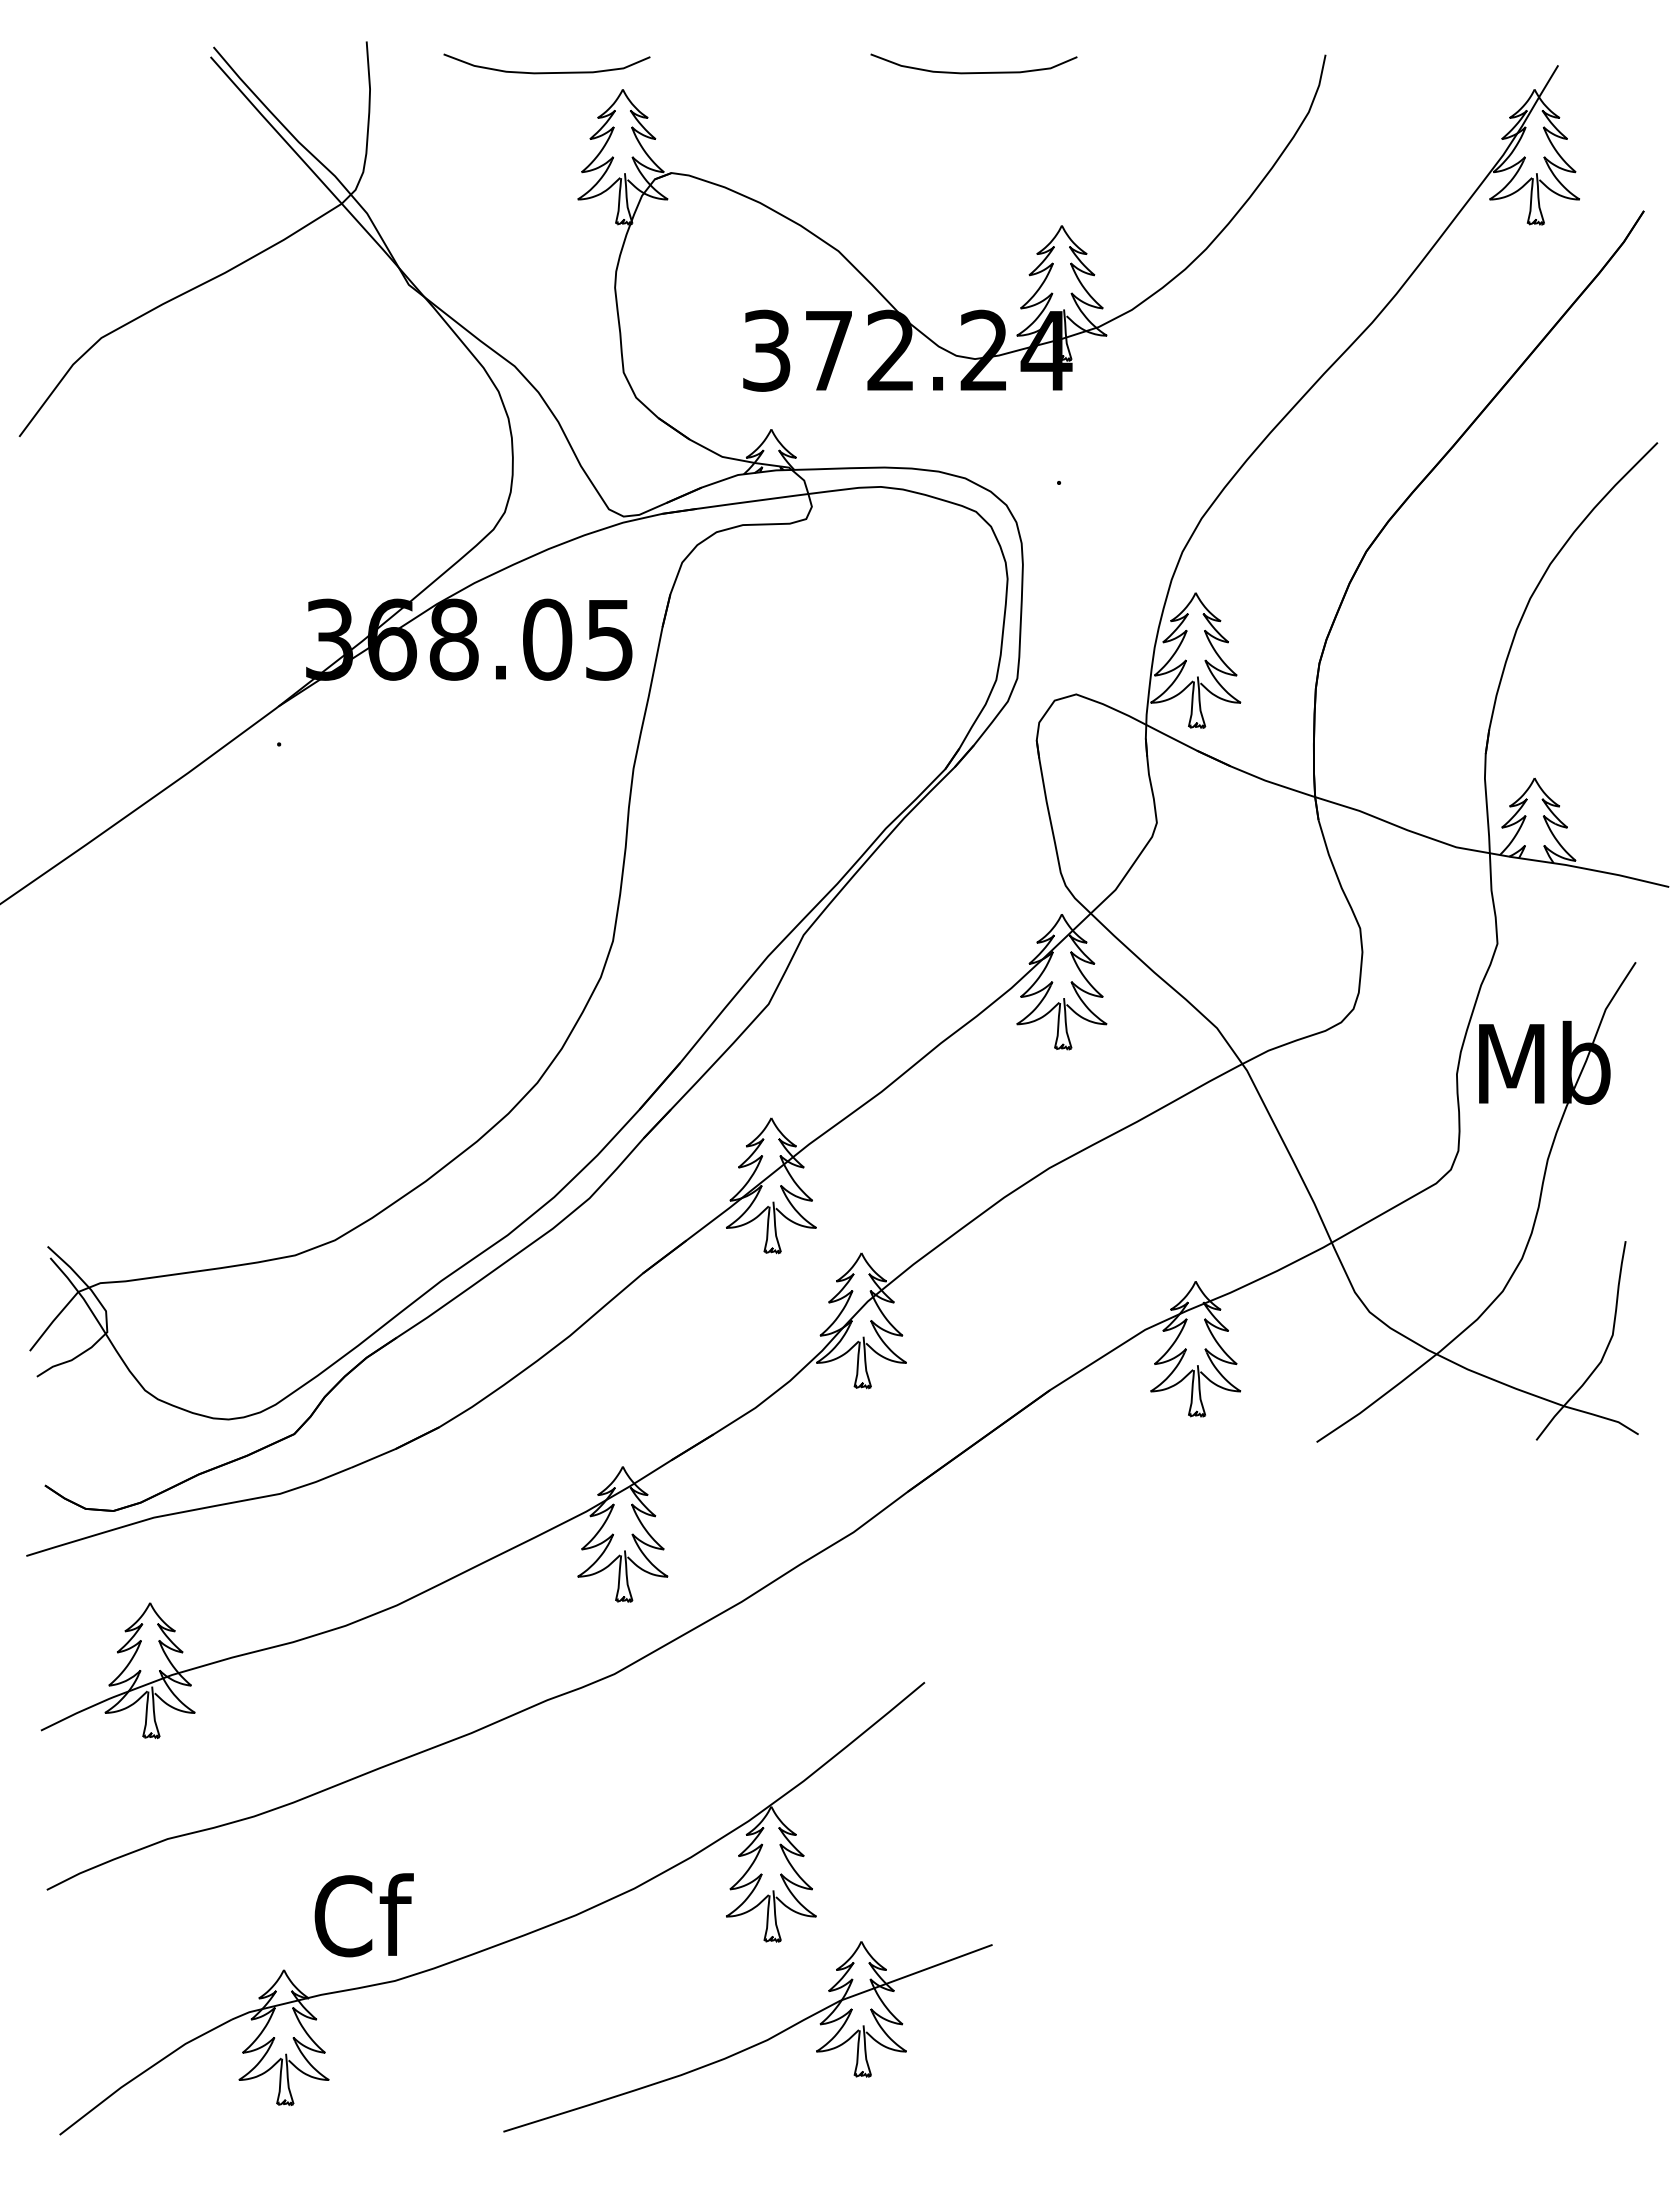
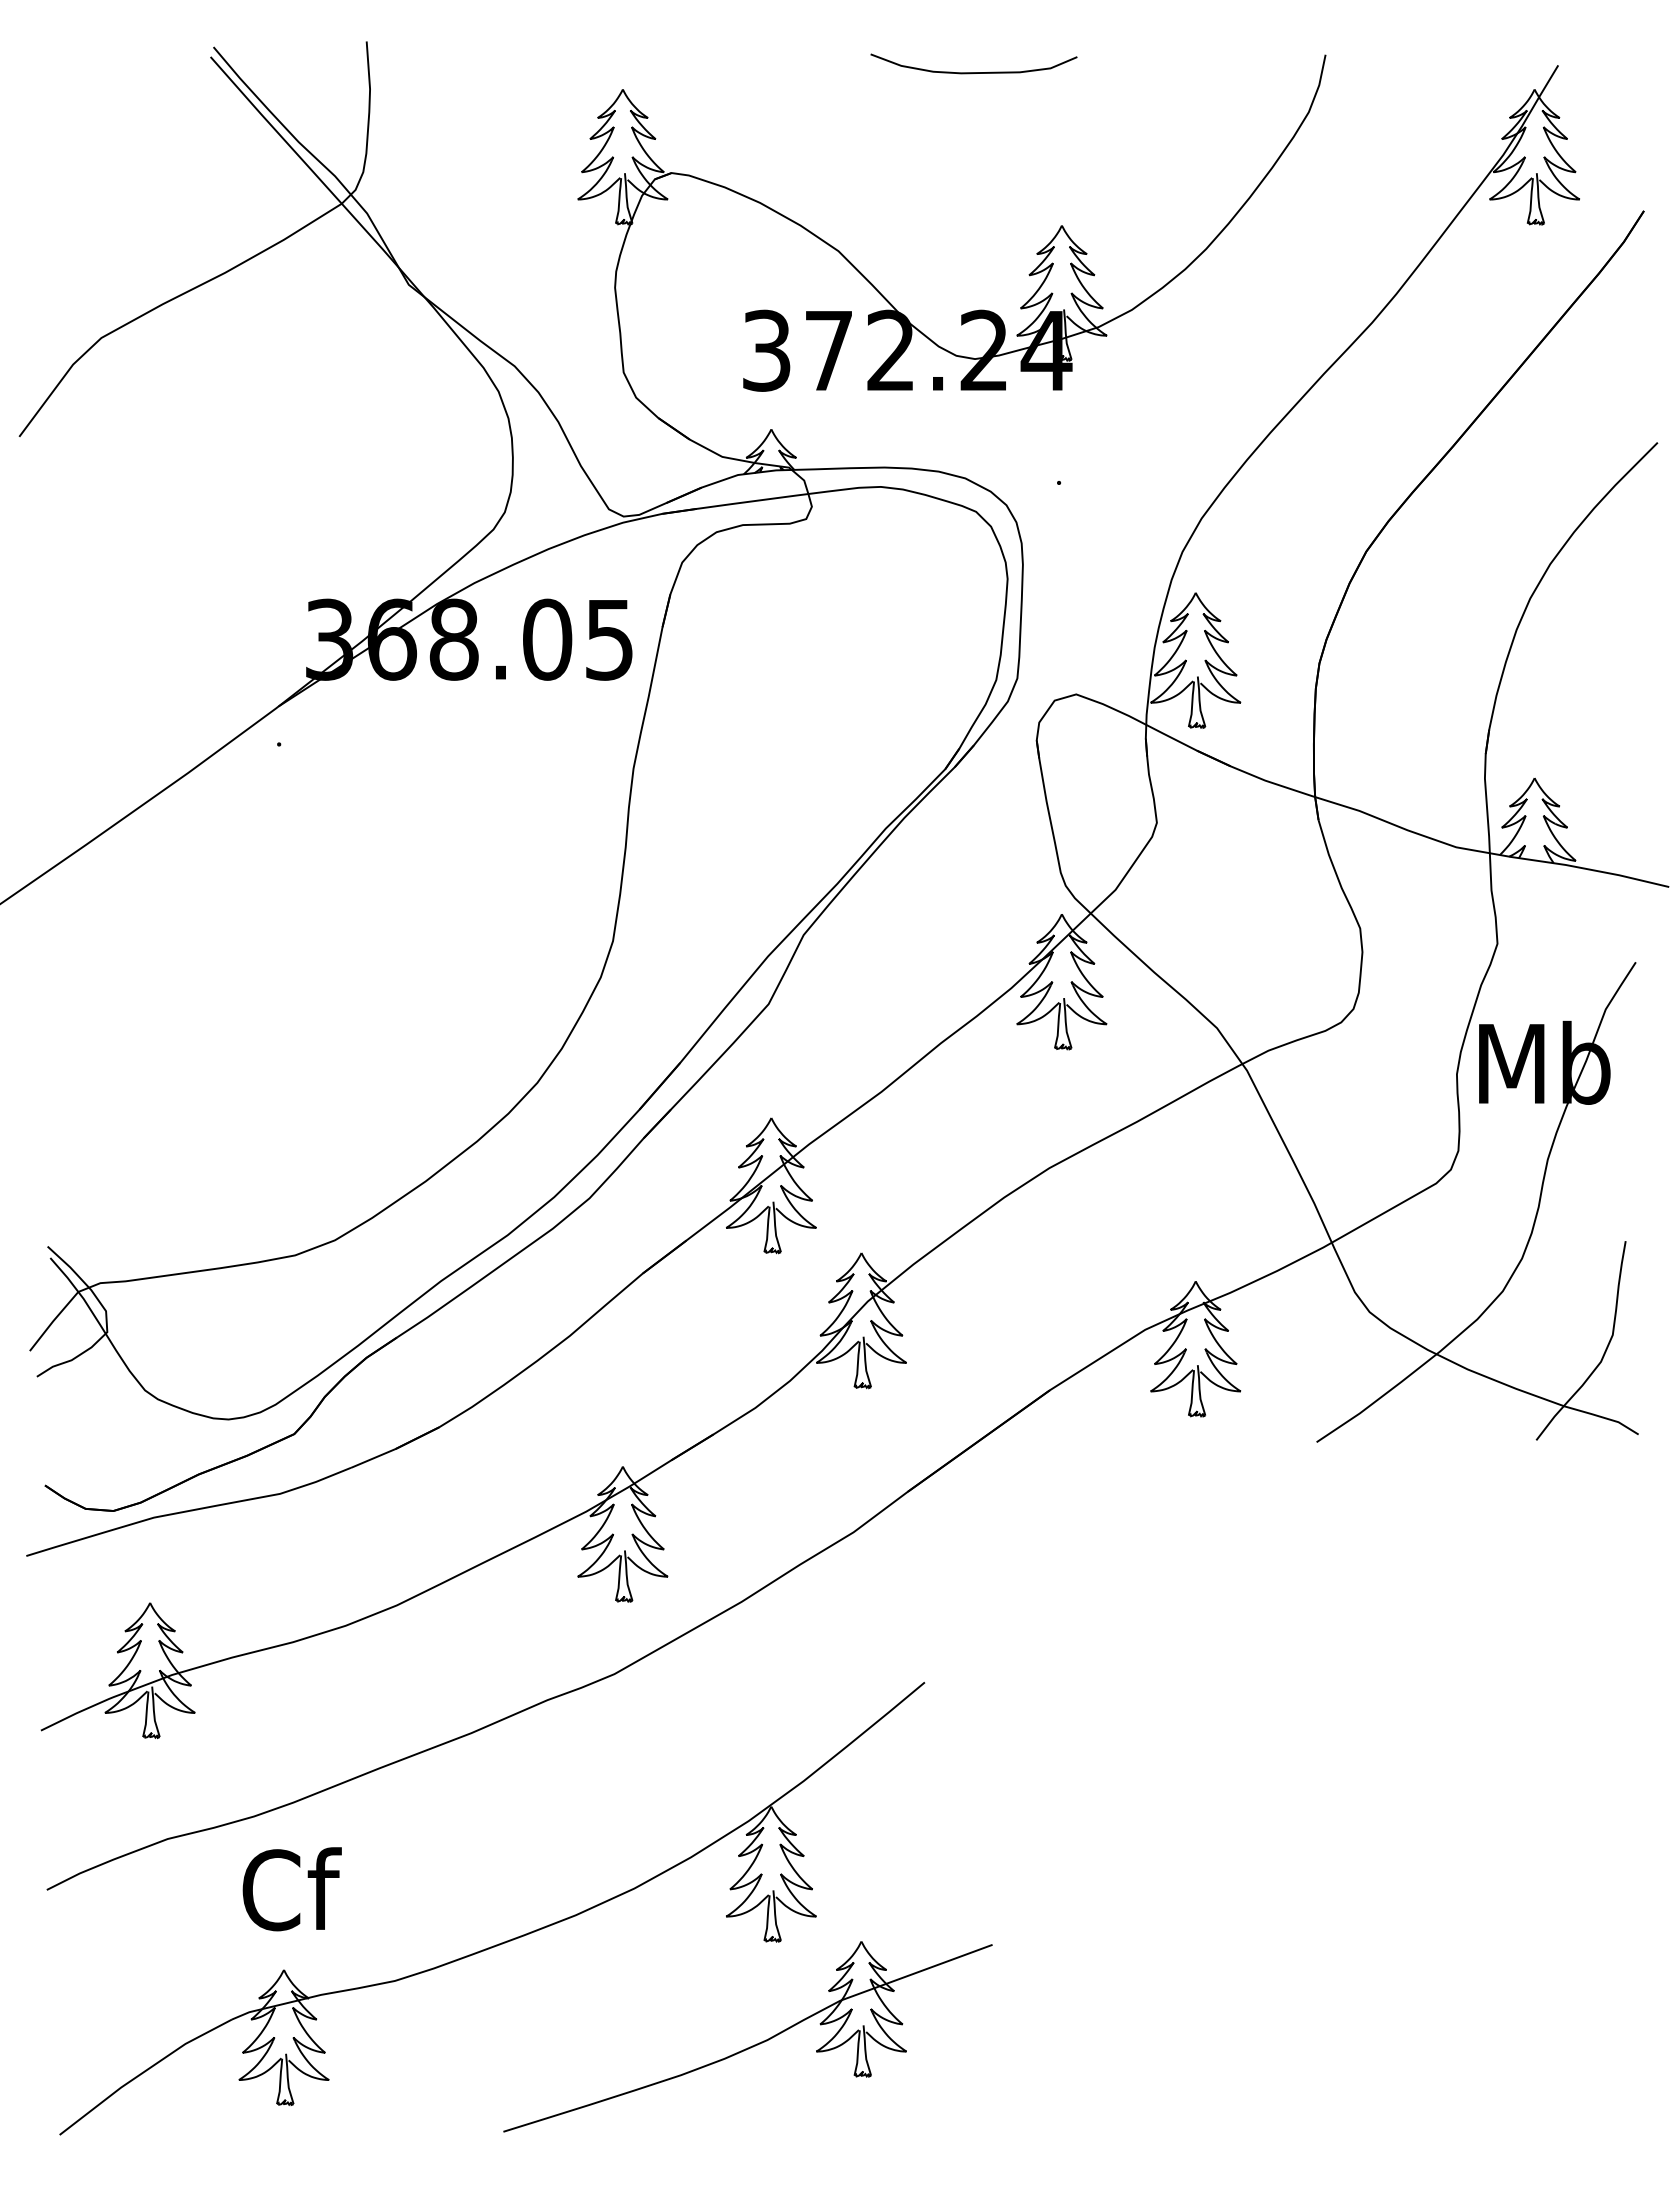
curve at (546, 72): present -> none
text at (363, 1915) position: (363, 1915) -> (291, 1889)
